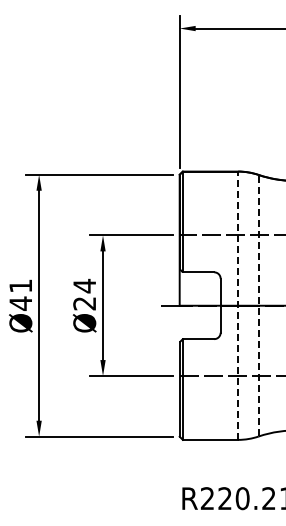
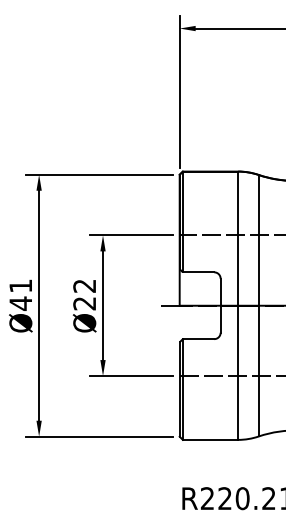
text at (84, 285): Ø24 -> Ø22
line at (238, 305): dashed -> solid
line at (258, 305): dashed -> solid
